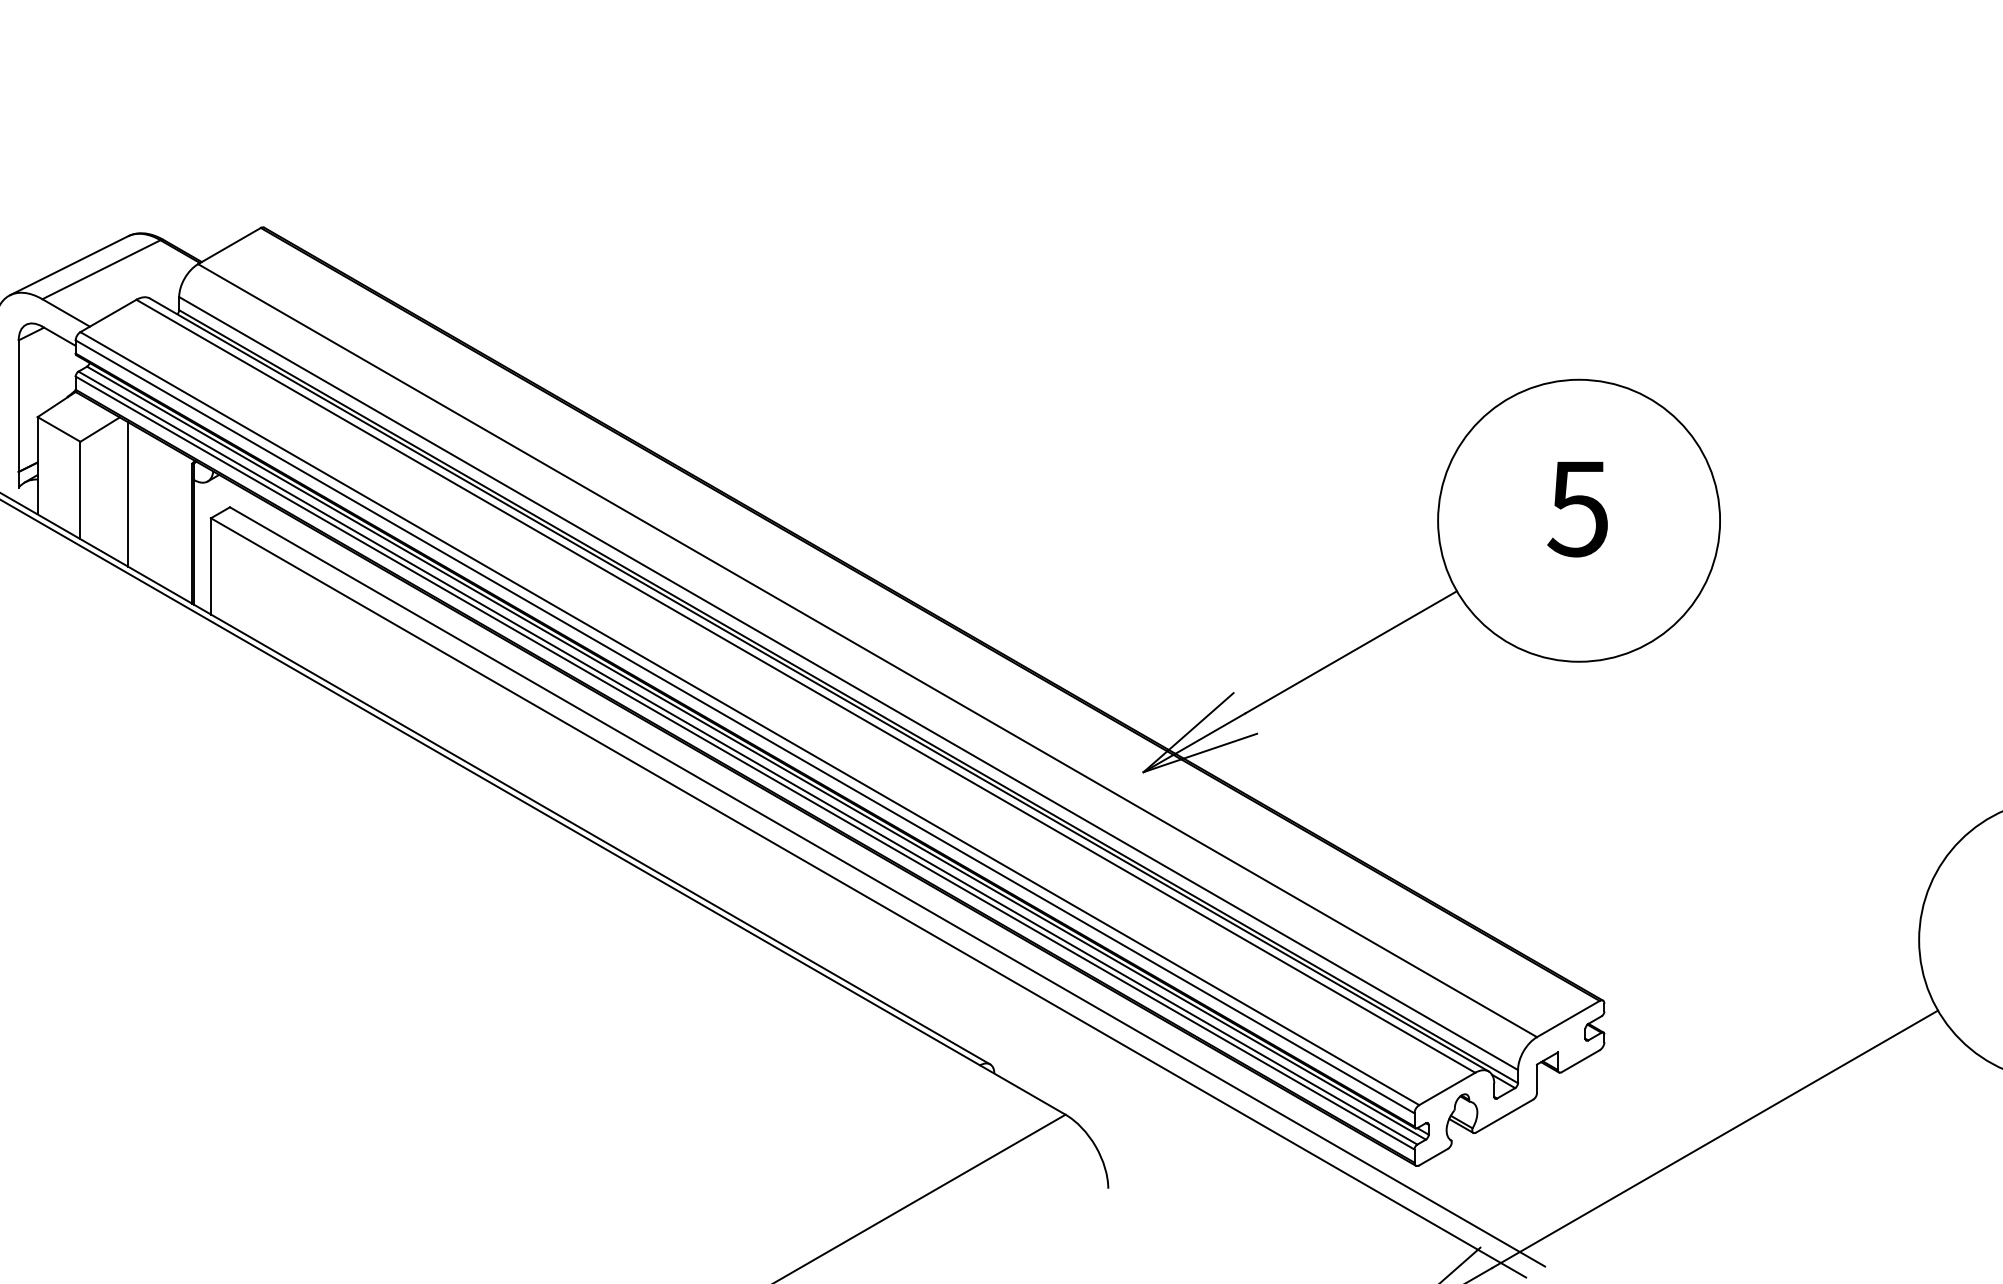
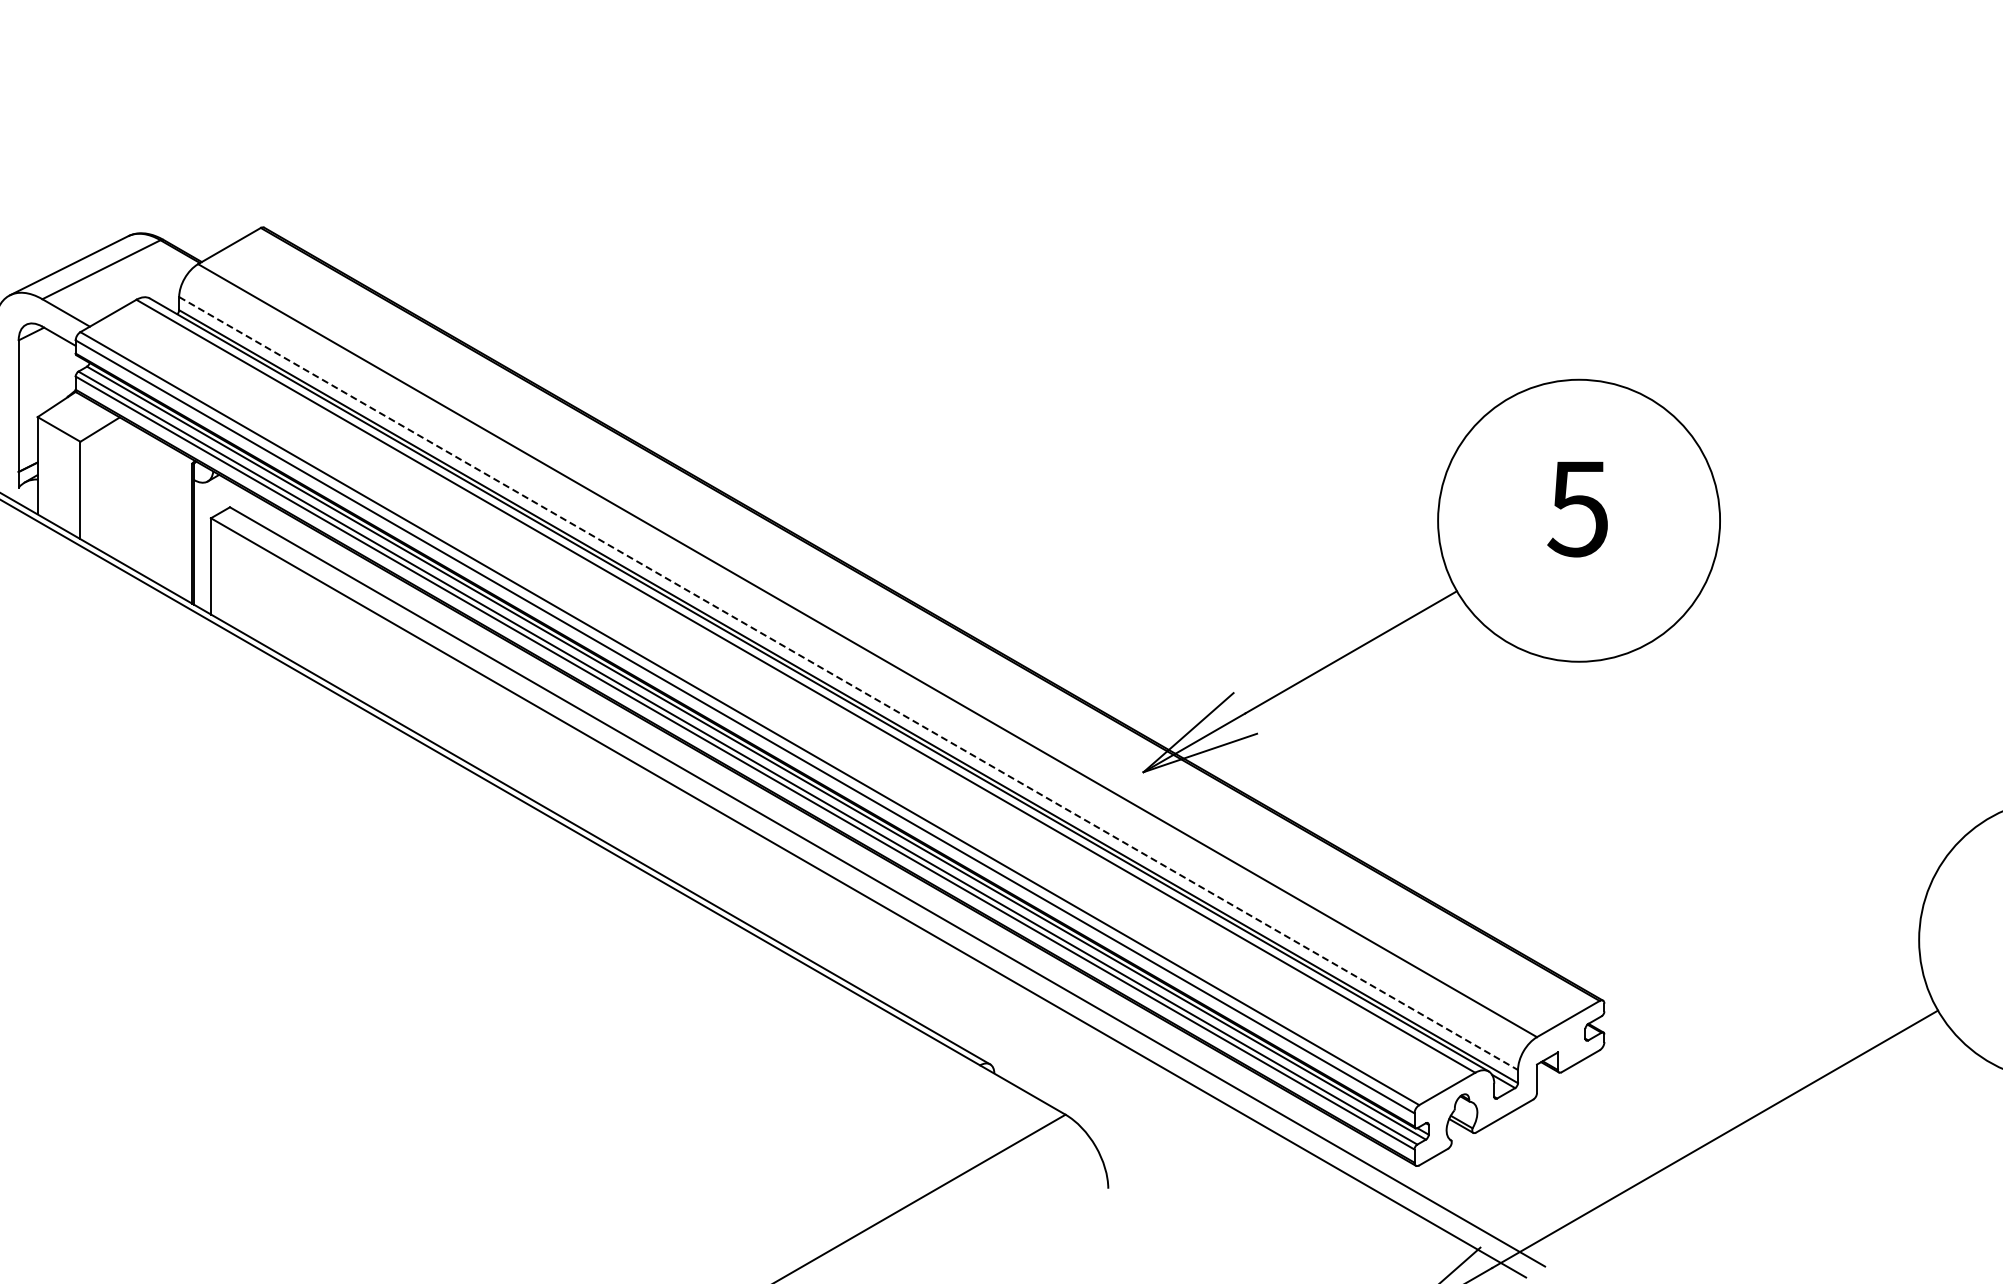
line at (127, 494): present -> none
line at (848, 683): solid -> dashed
